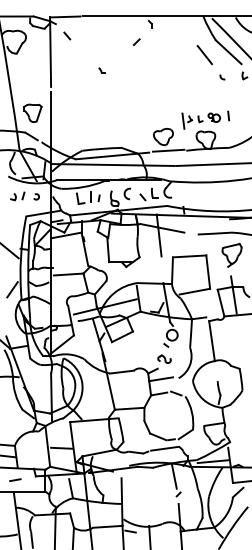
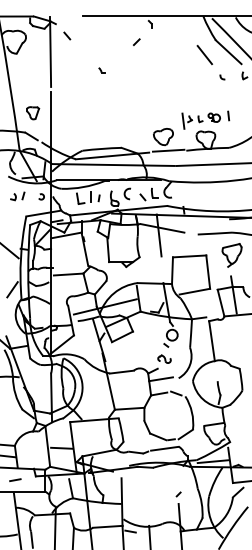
line at (65, 16): present -> none
part at (32, 112) size: 20x20 px -> 15x15 px
arc at (36, 195) position: (36, 195) -> (41, 195)
line at (174, 476): present -> none
